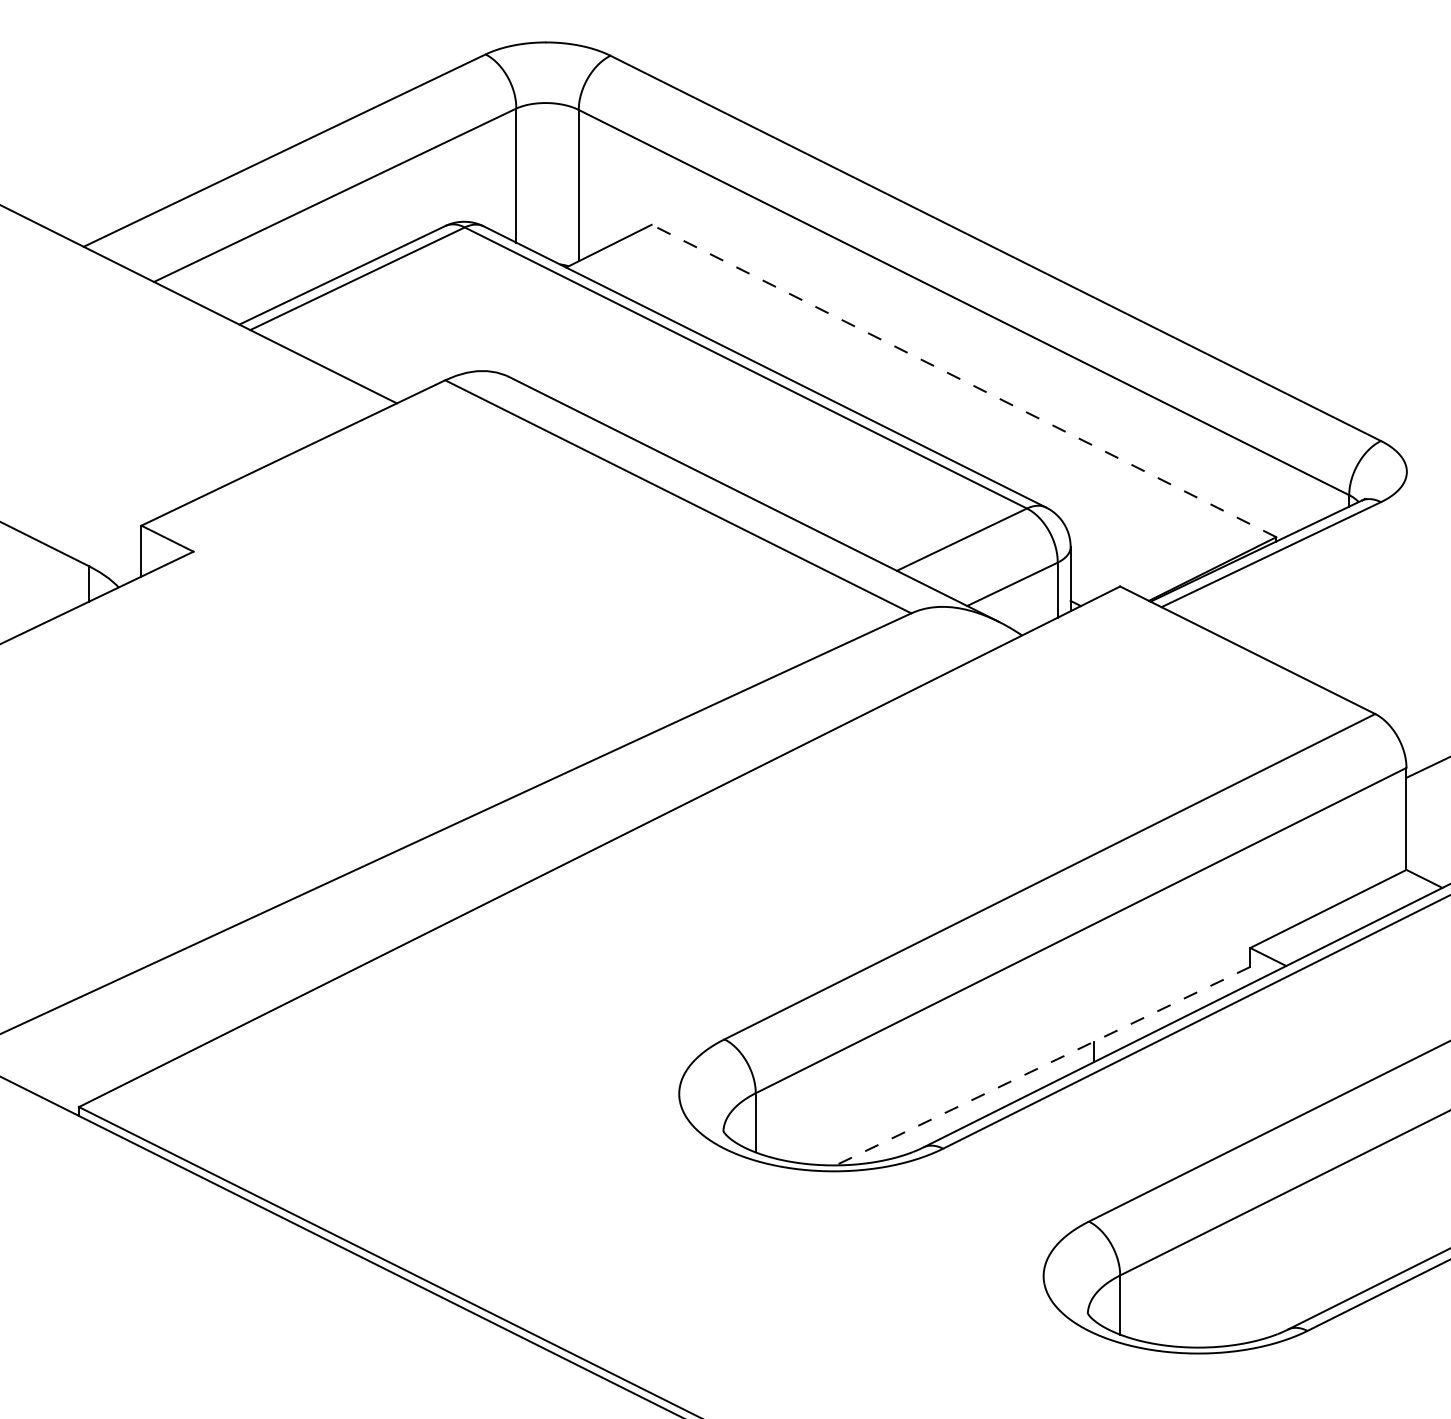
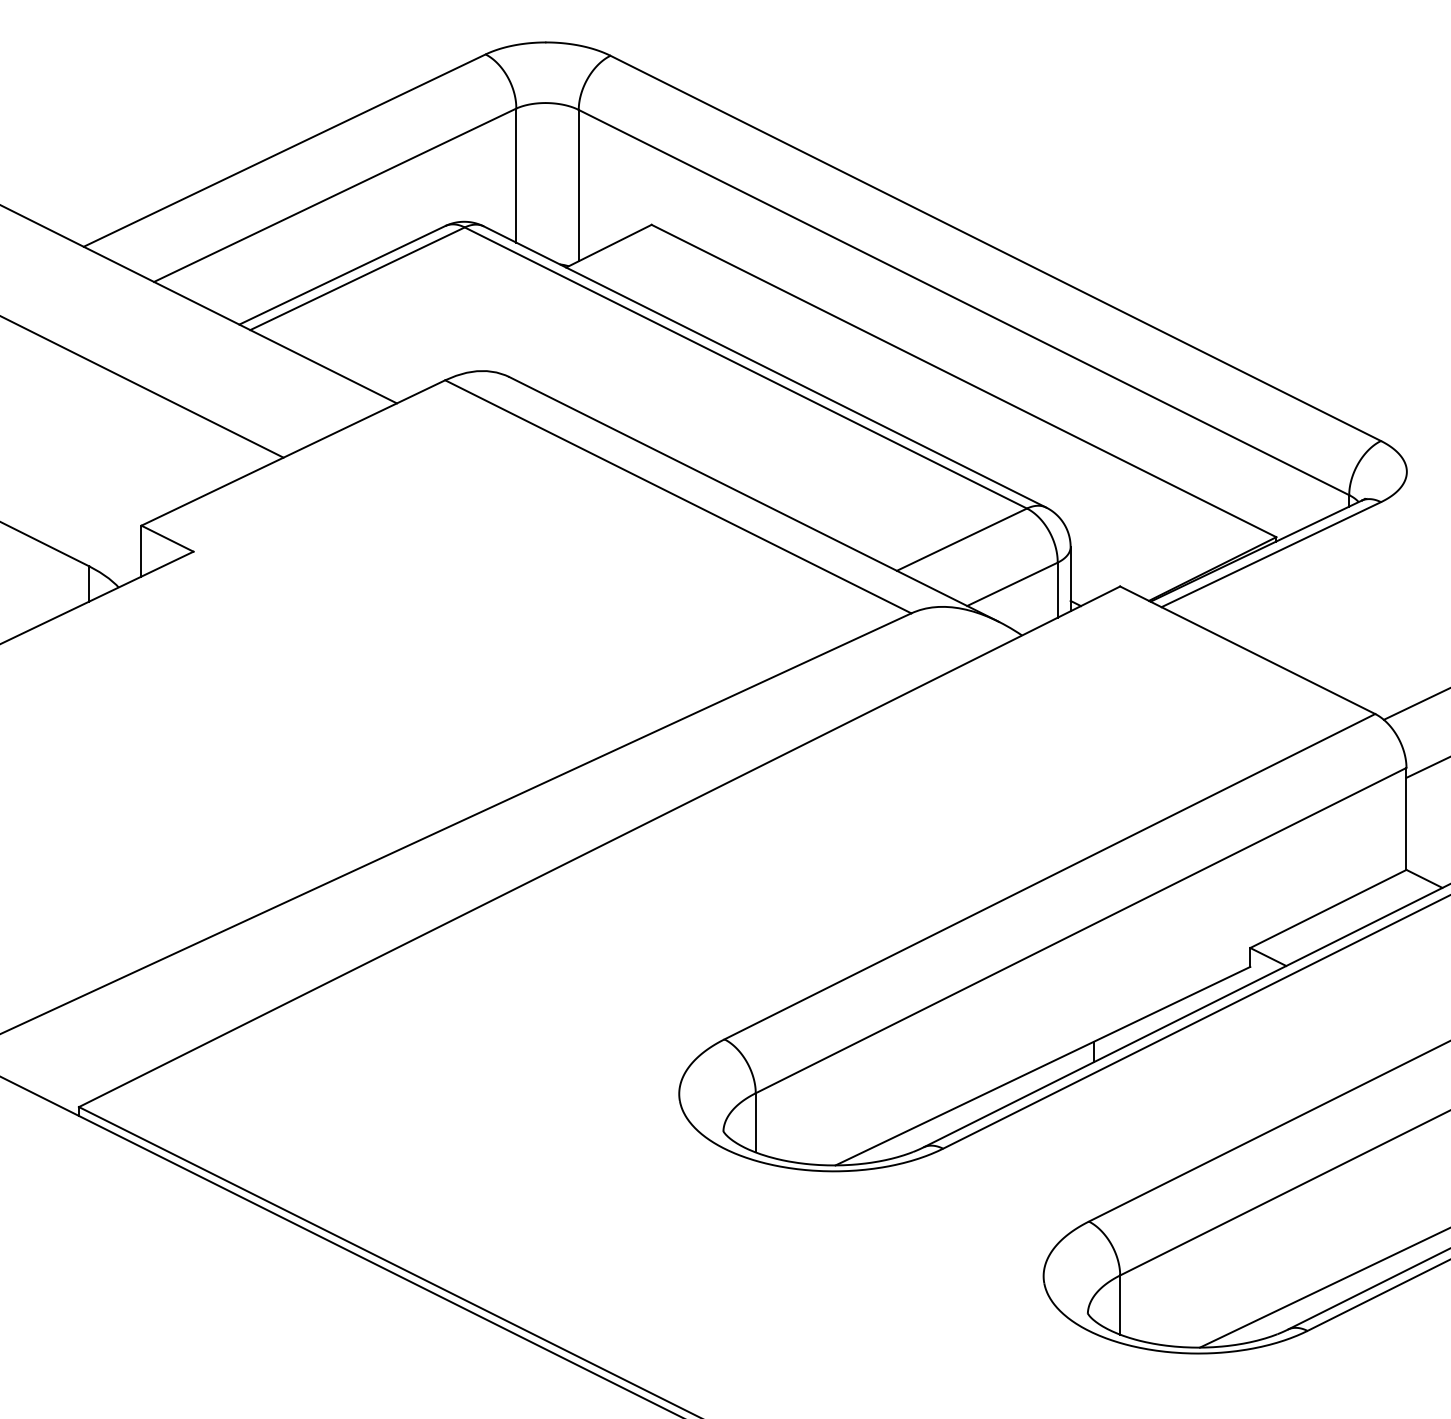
line at (963, 380): dashed -> solid
line at (142, 387): none -> present
line at (1415, 704): none -> present
line at (1042, 1066): dashed -> solid
line at (1323, 1288): none -> present
